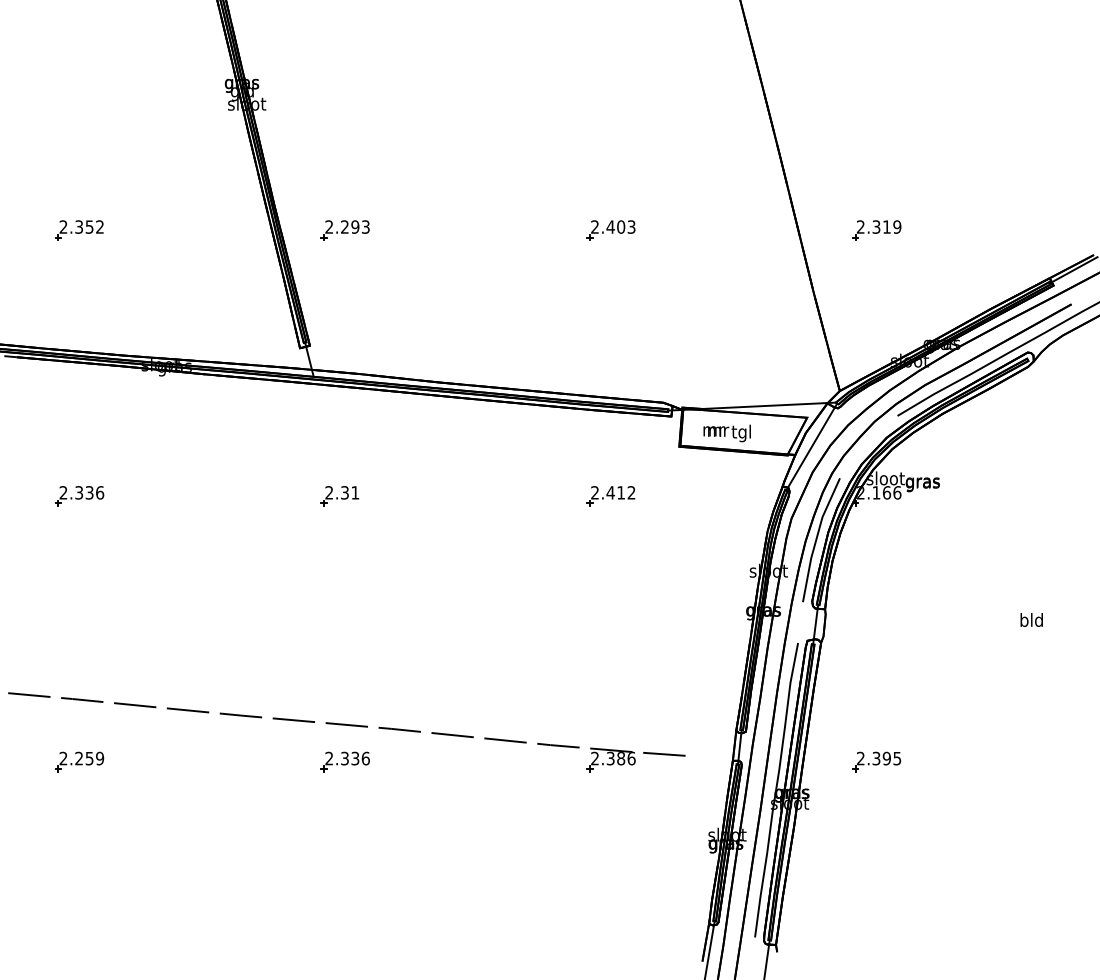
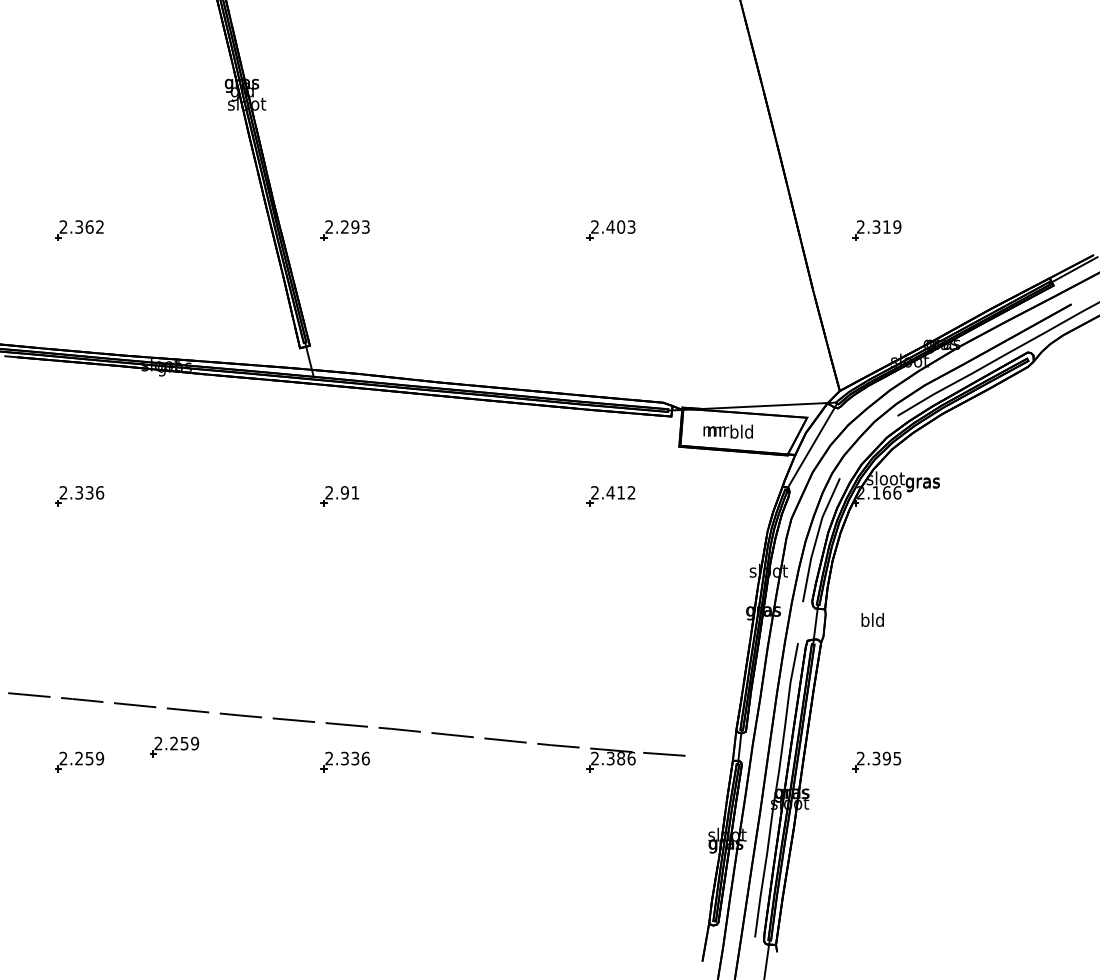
text at (89, 226): 2.352 -> 2.362
text at (741, 433): tgl -> bld
text at (344, 492): 2.31 -> 2.91
text at (1031, 619) position: (1031, 619) -> (872, 619)
part at (174, 746): none -> present
line at (709, 948): present -> none
